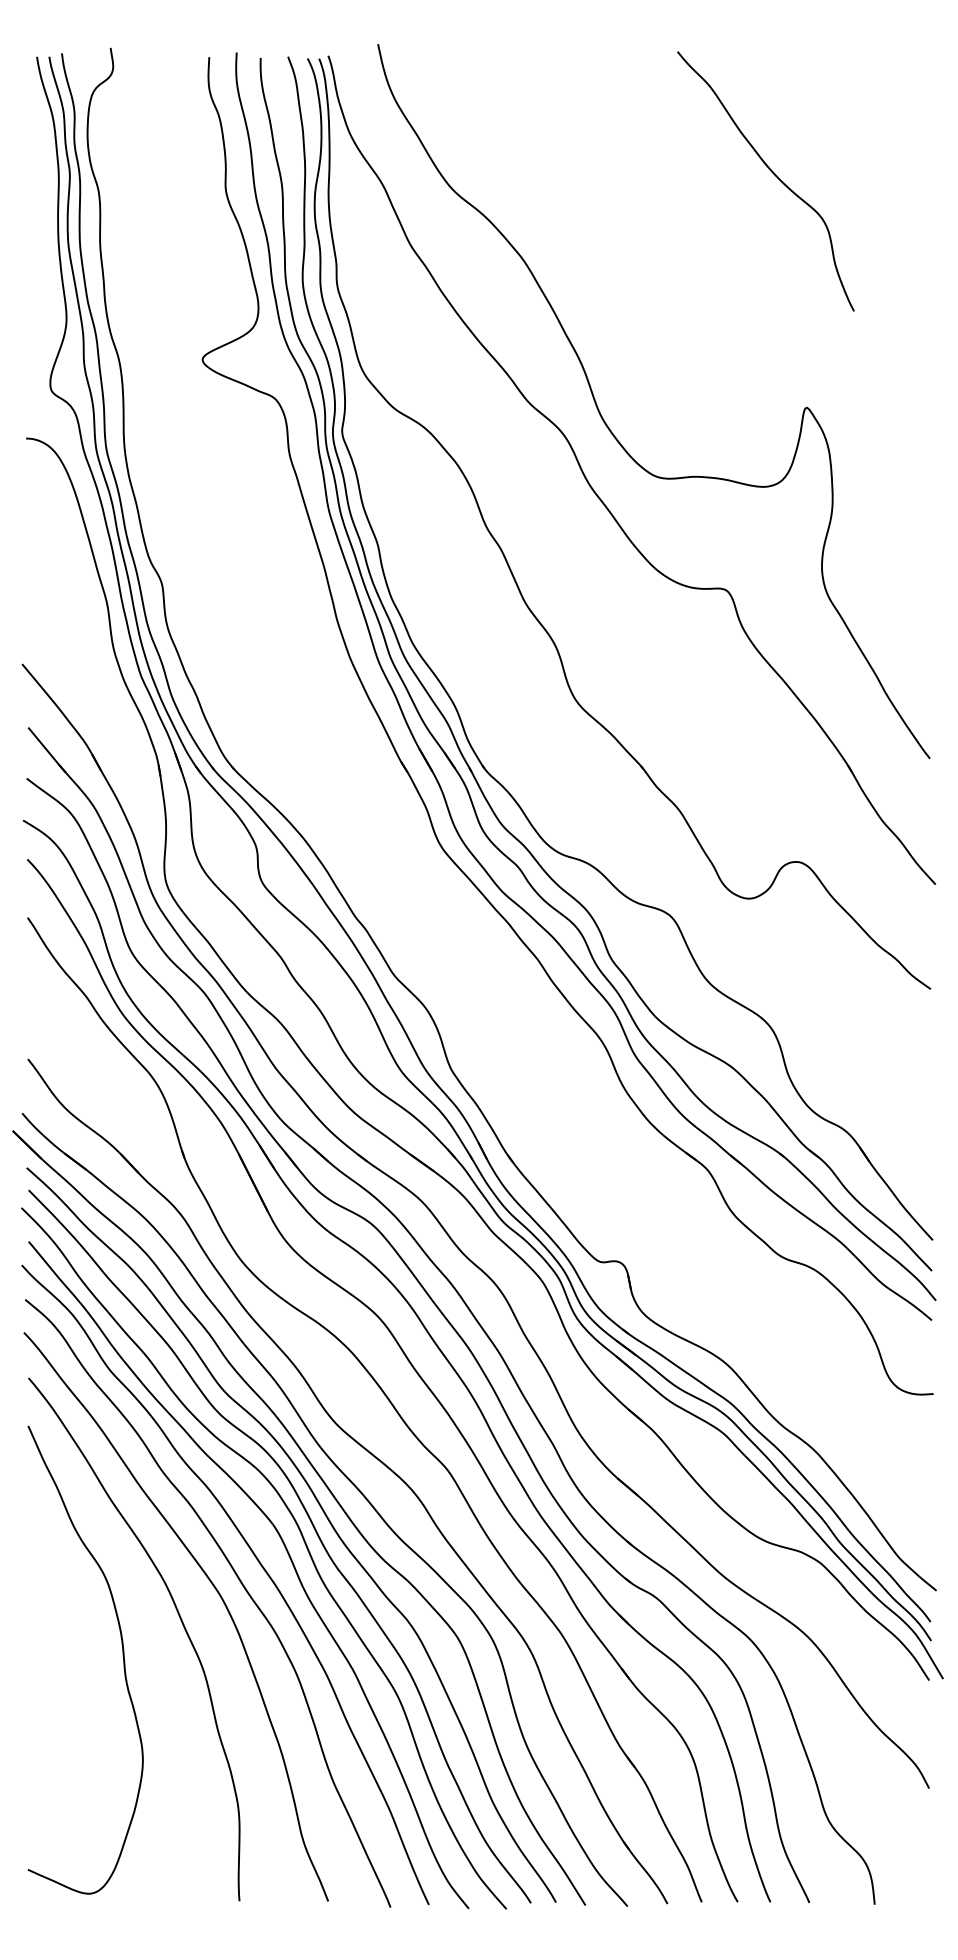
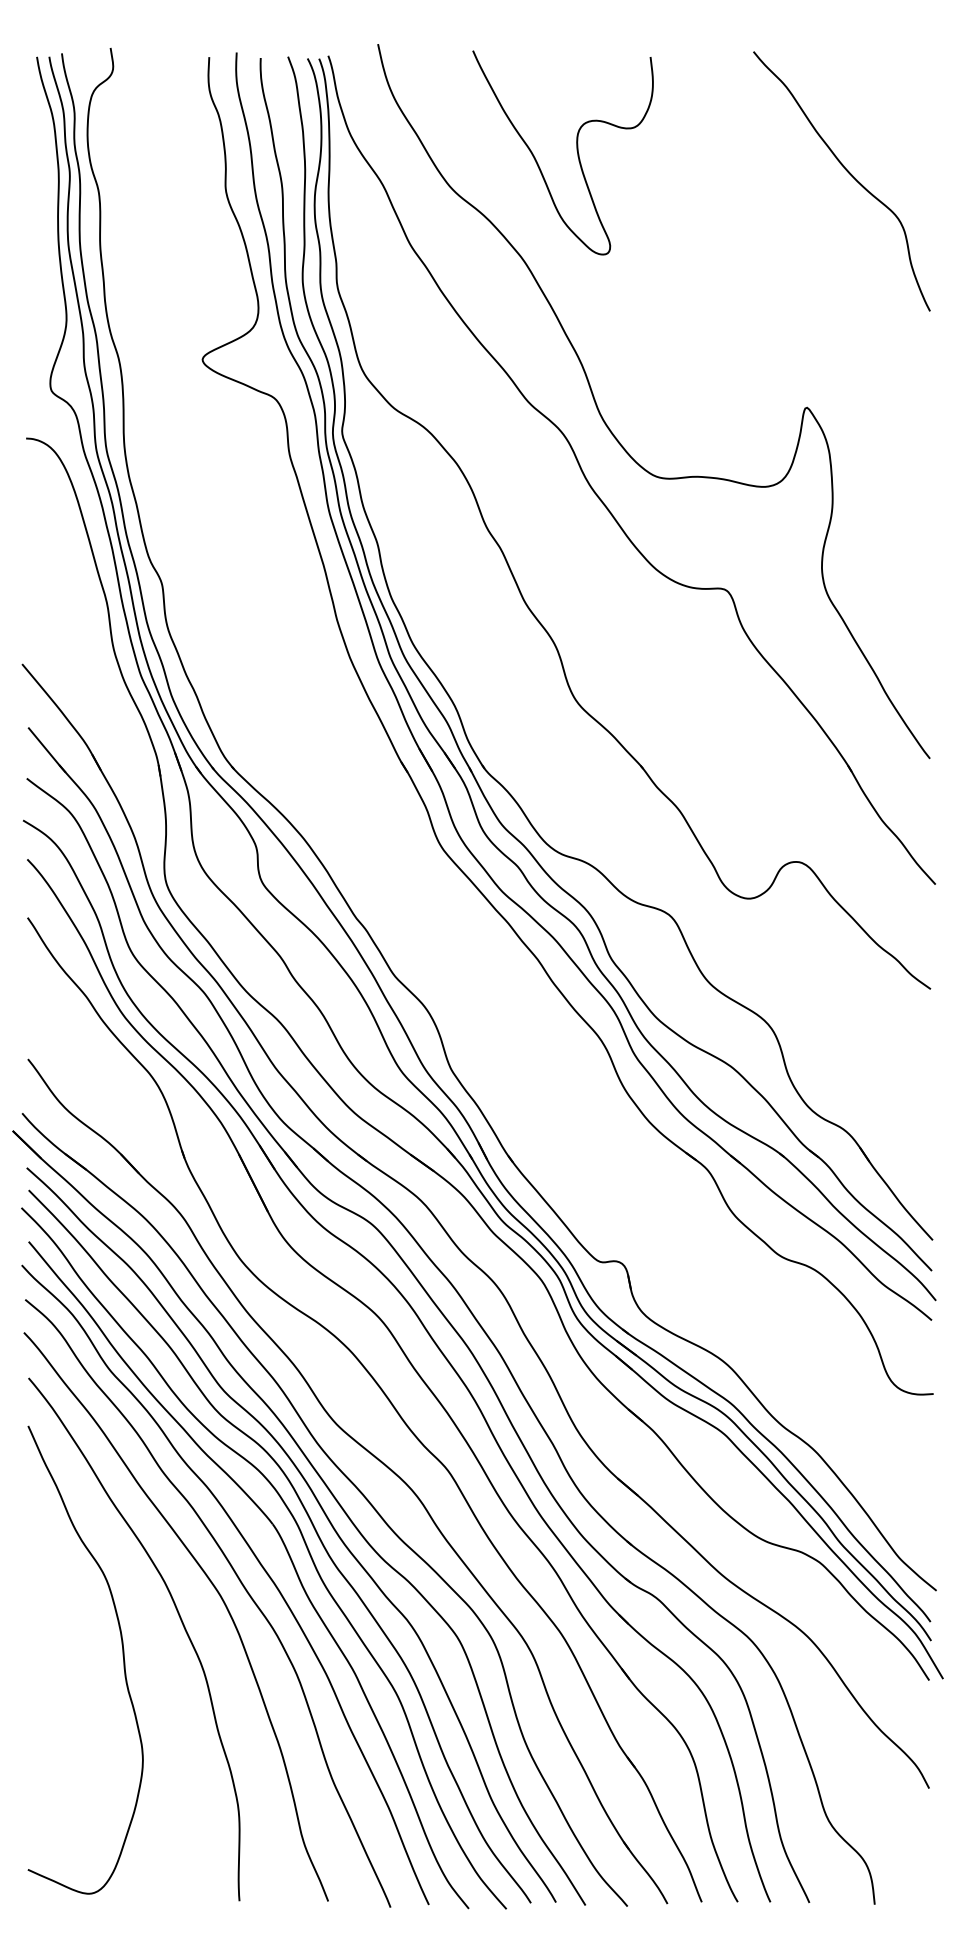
curve at (576, 150): none -> present
curve at (772, 173) position: (772, 173) -> (848, 173)
